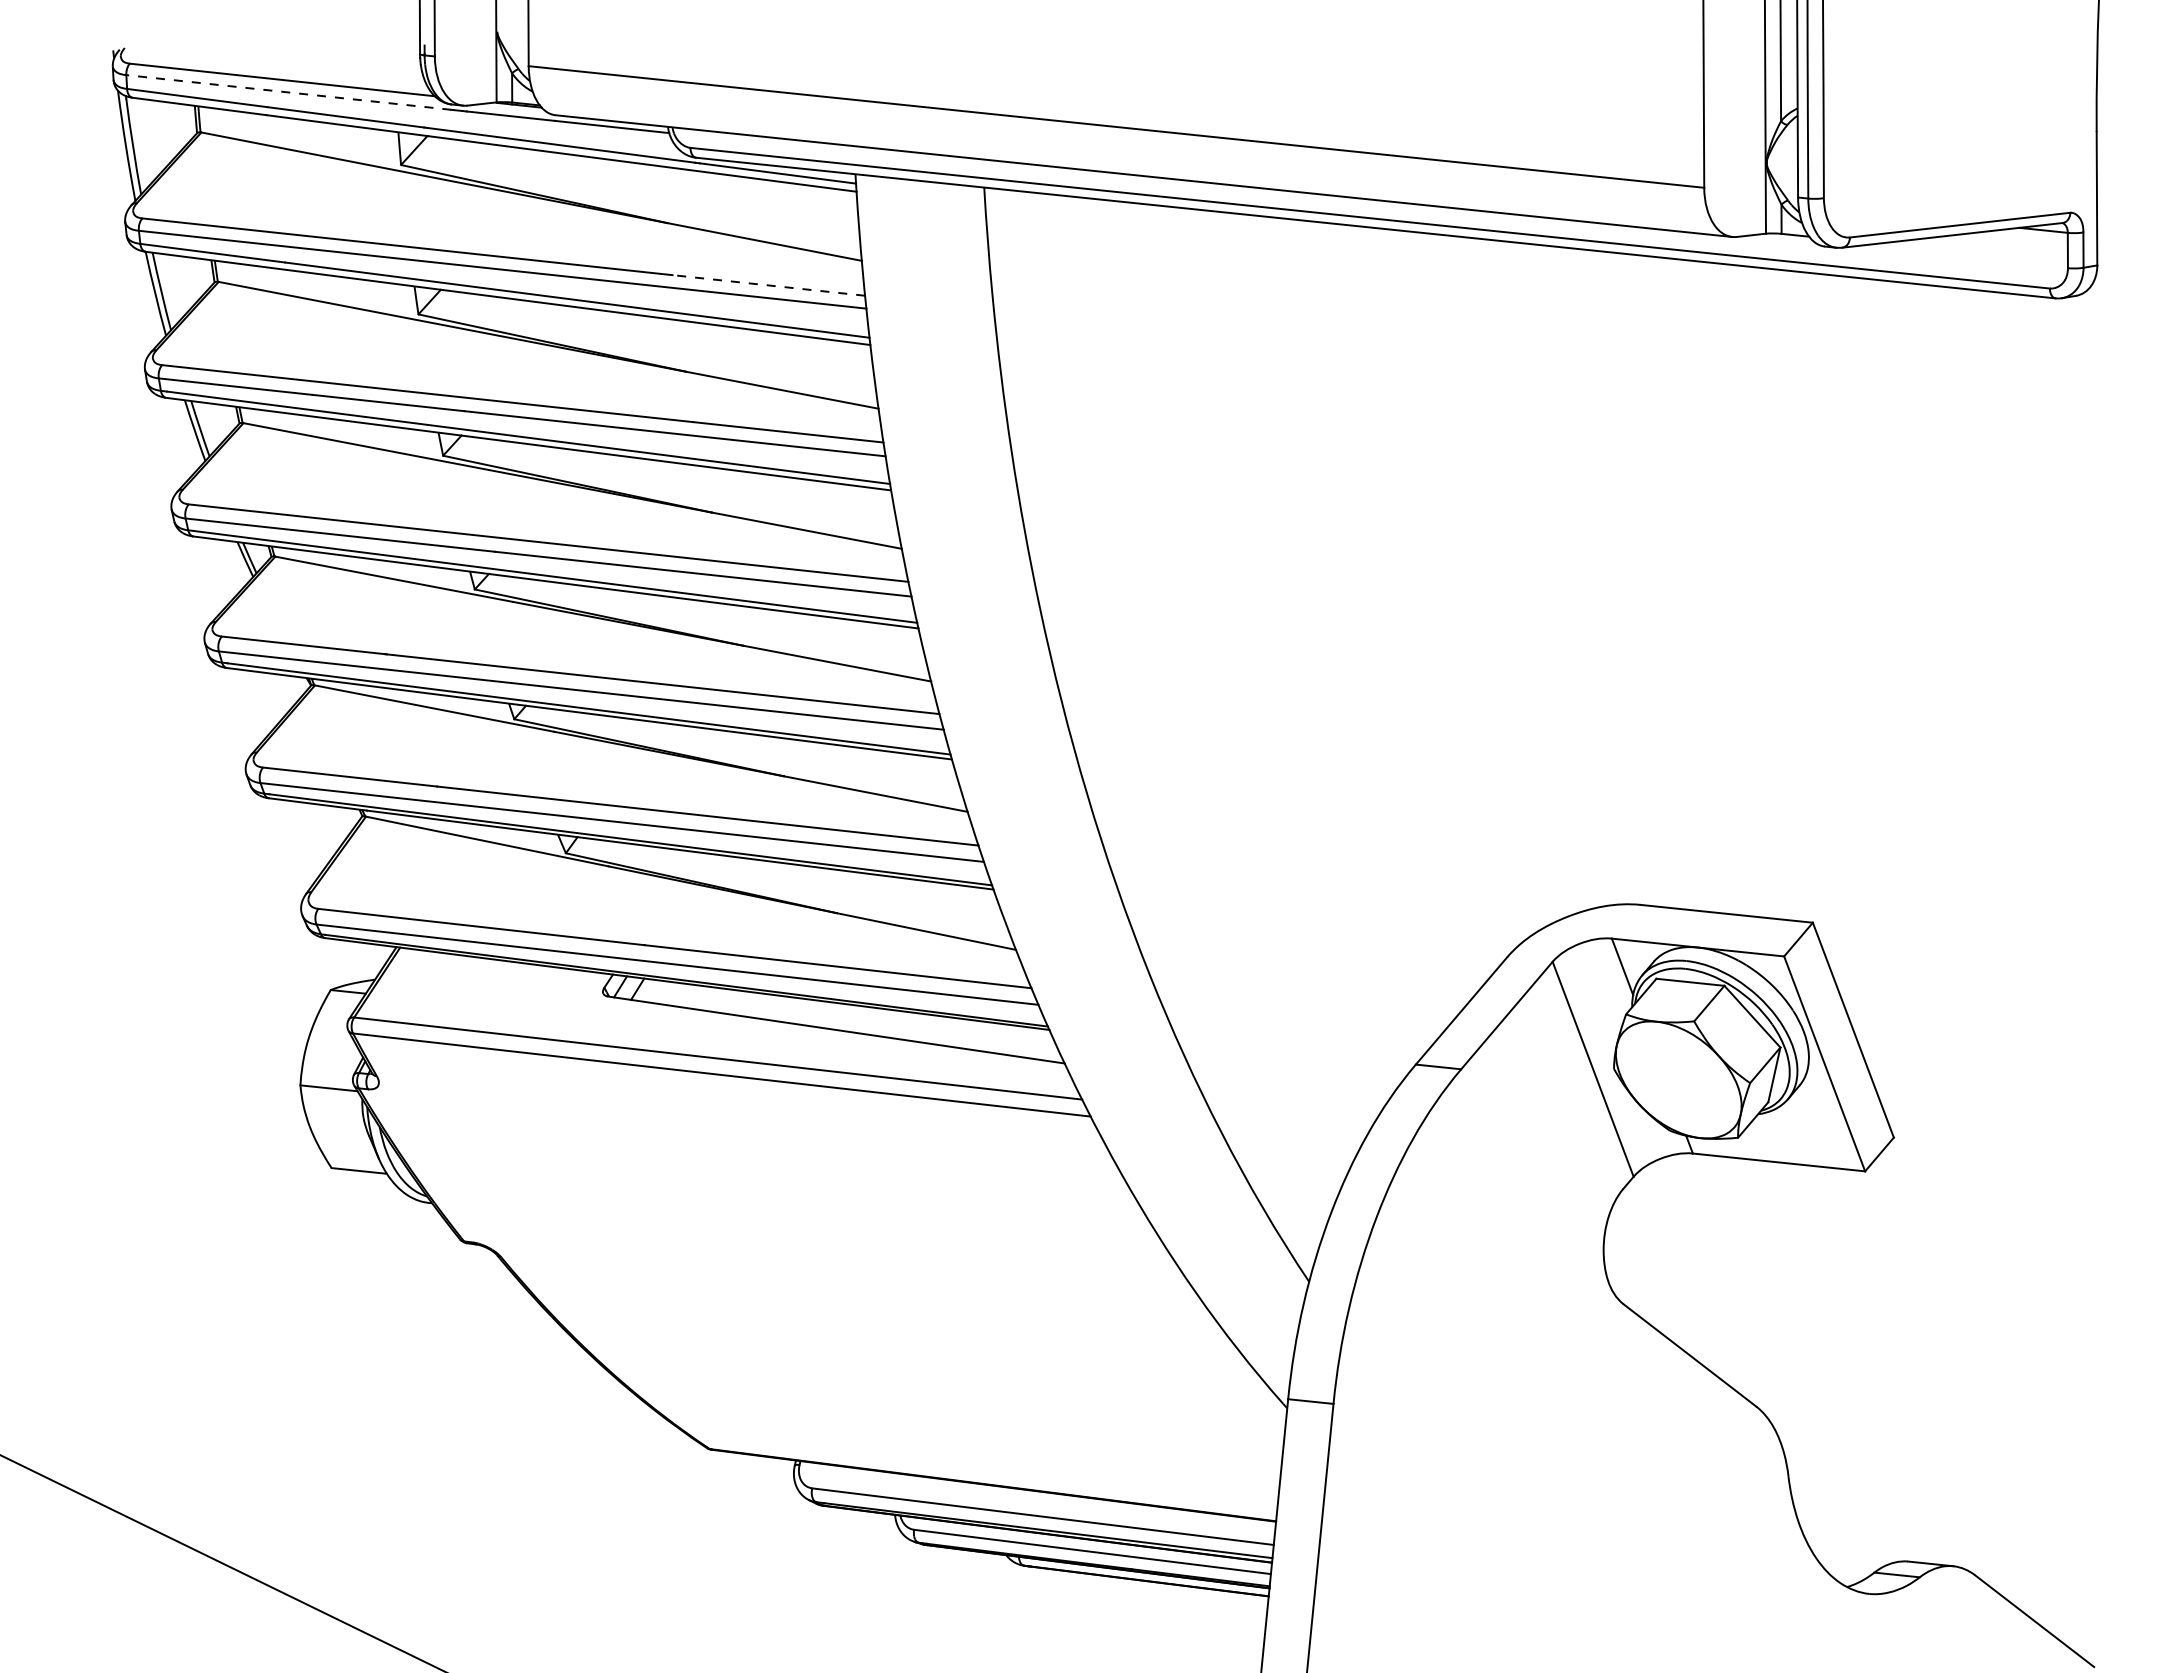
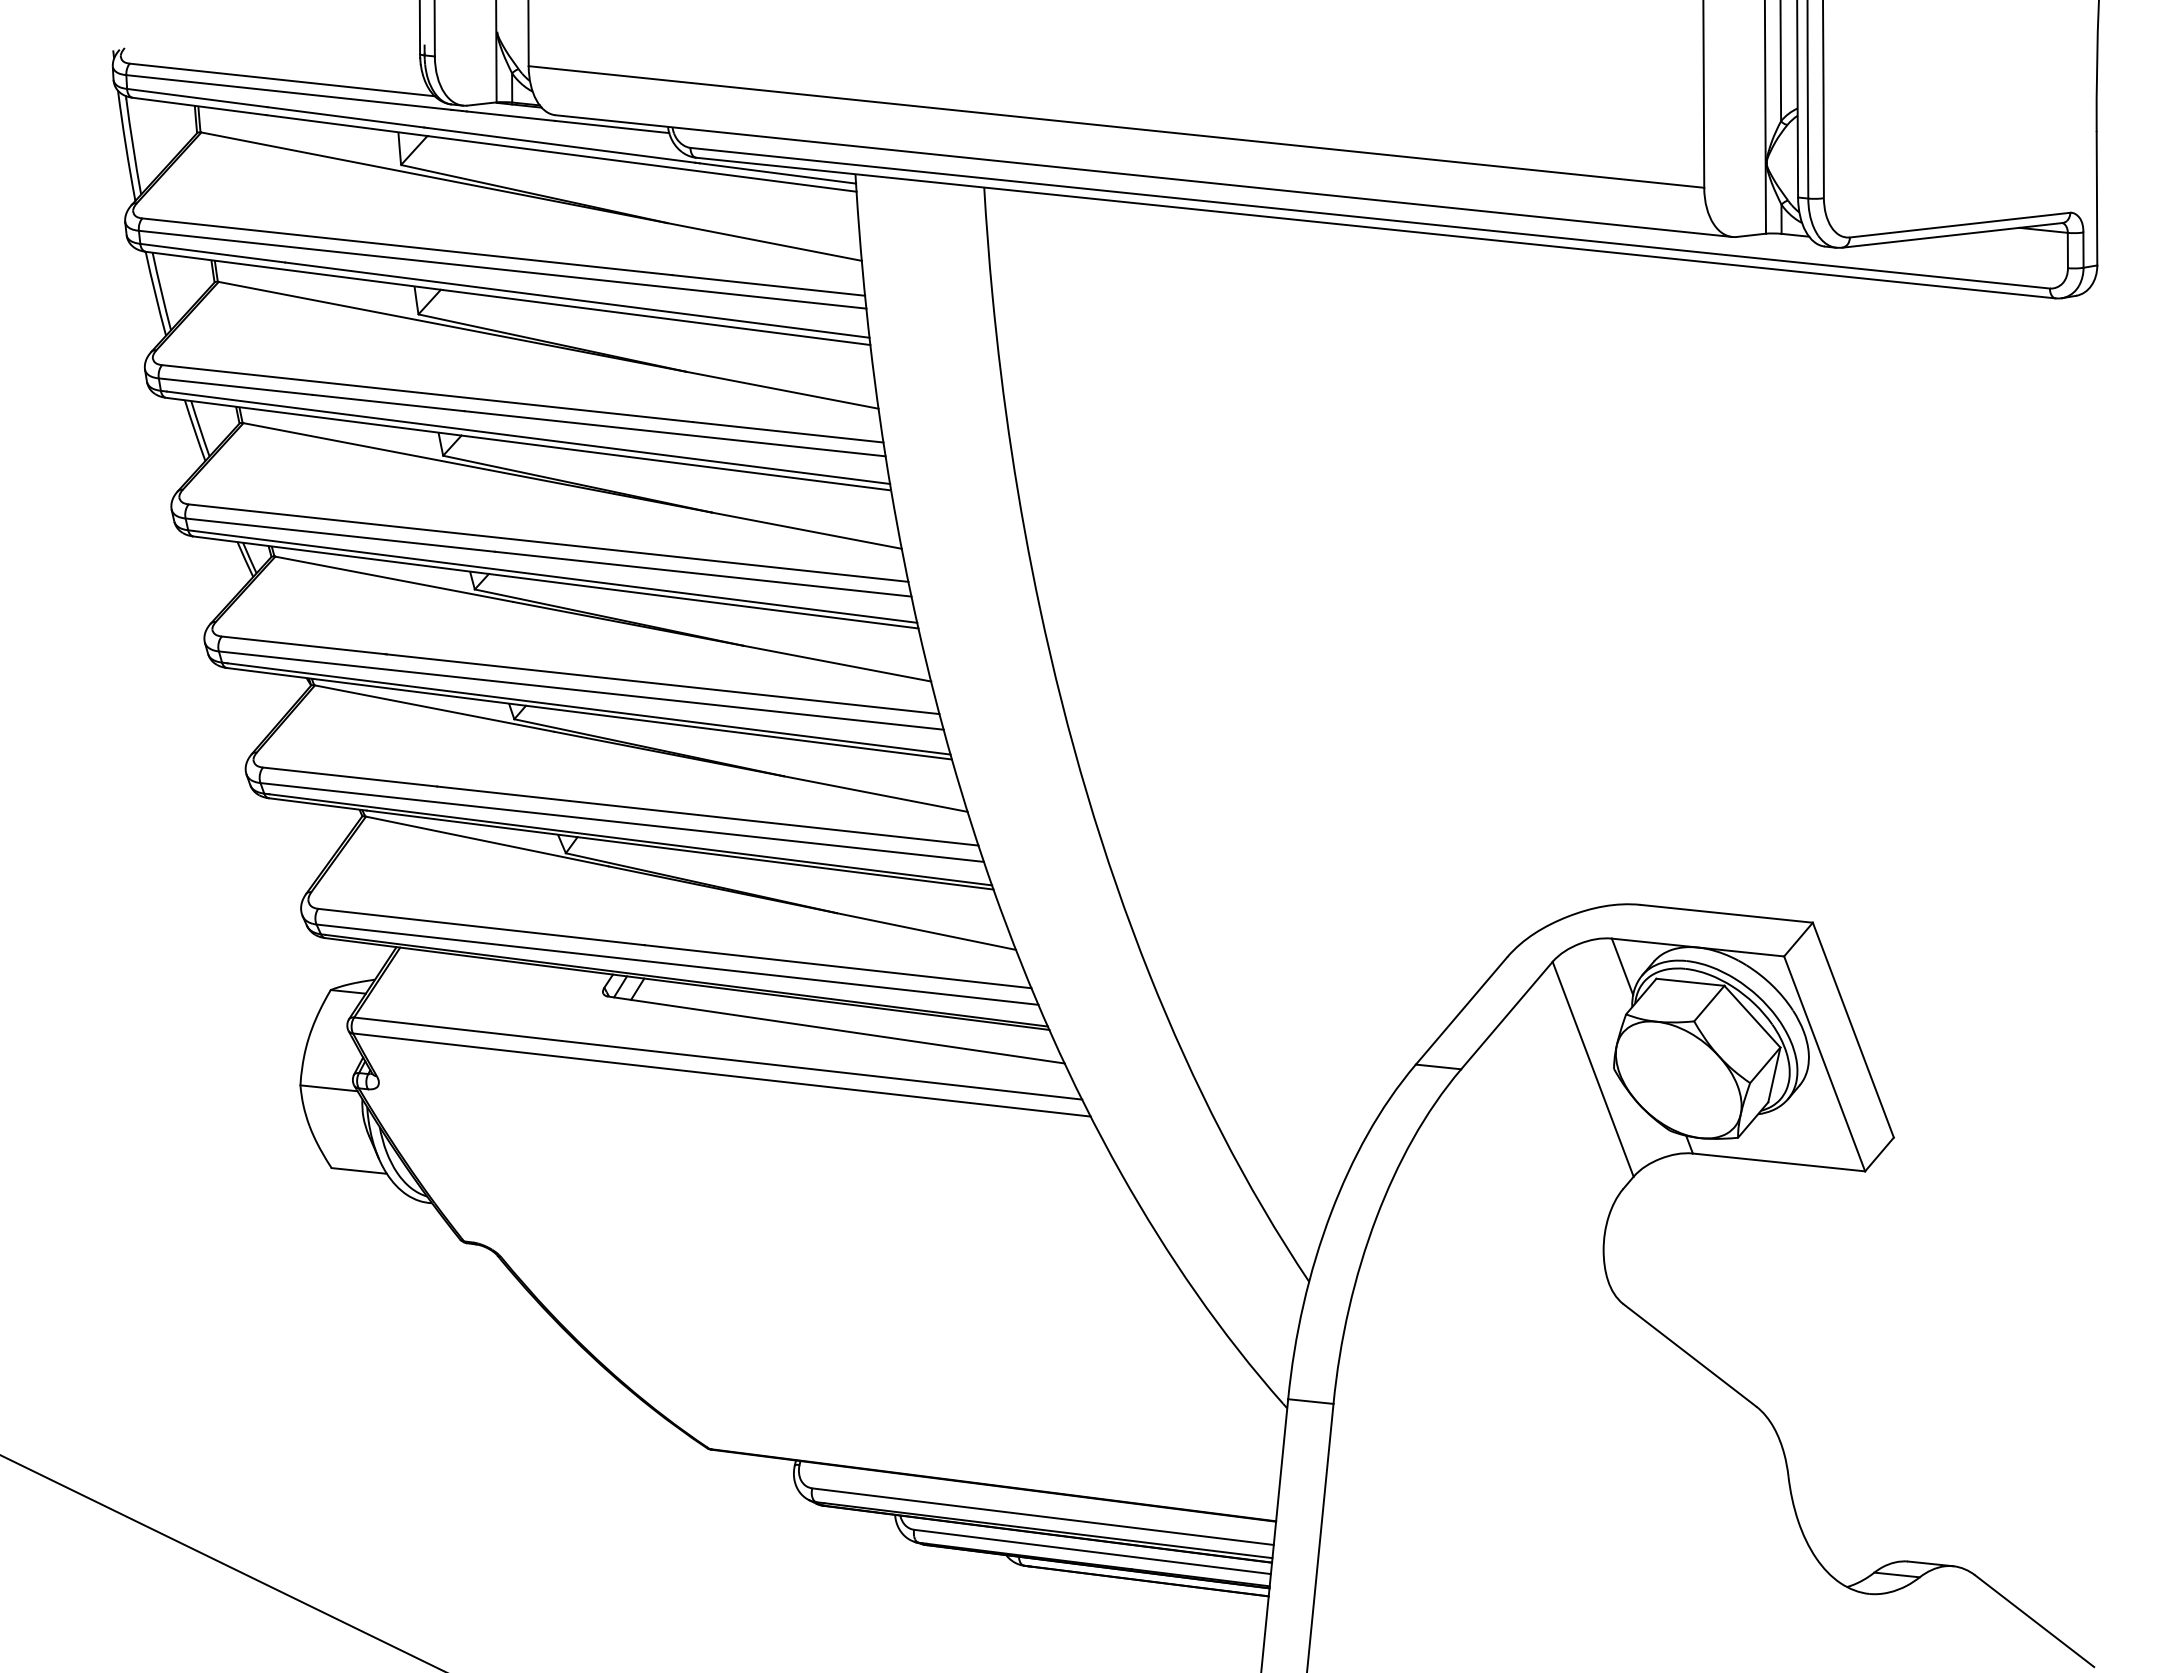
line at (288, 92): dashed -> solid
line at (768, 285): dashed -> solid
